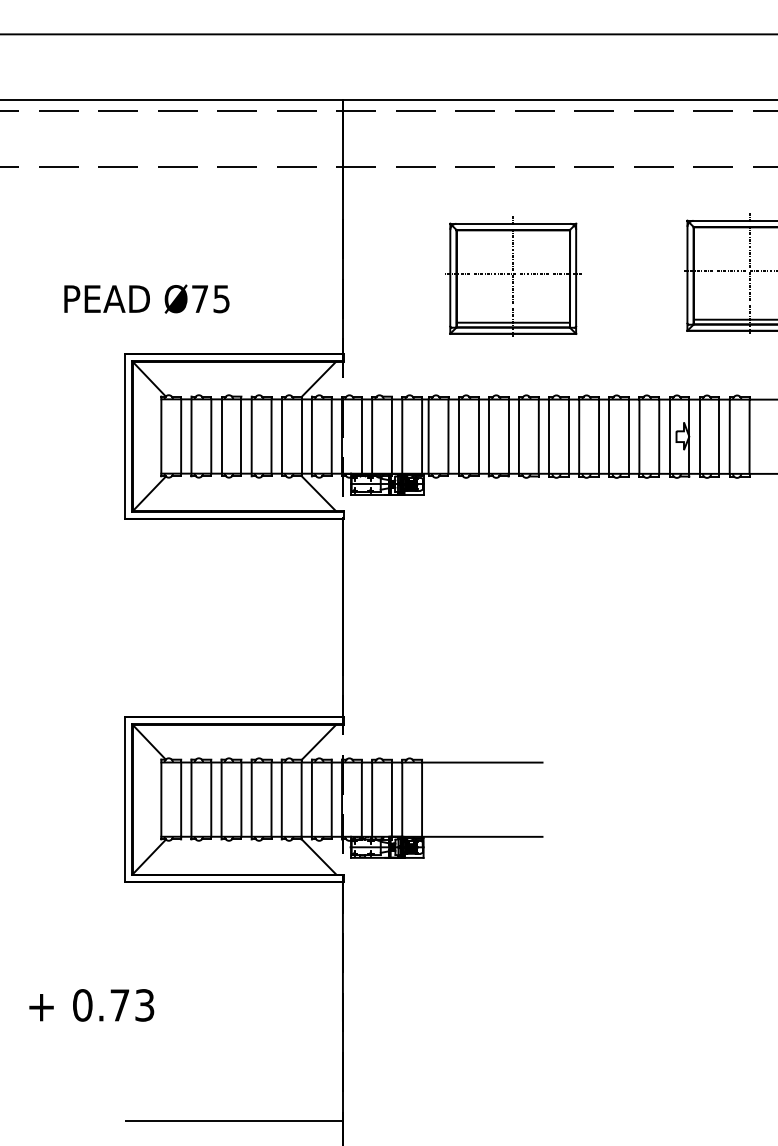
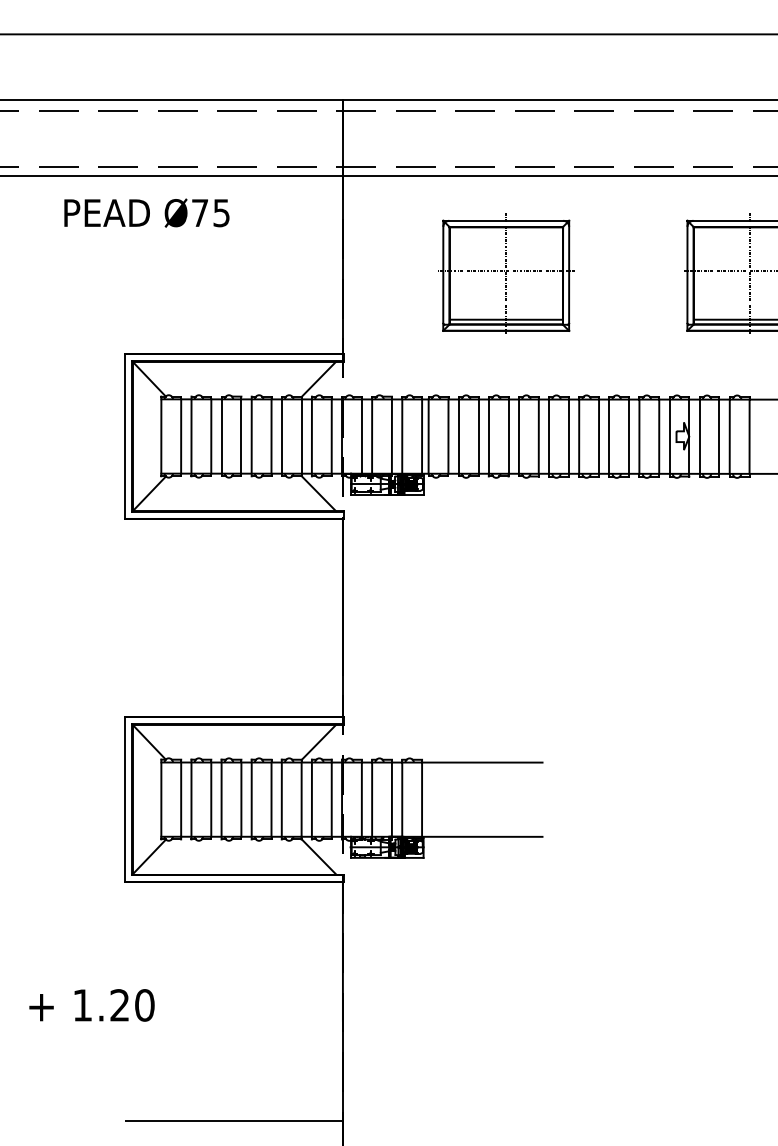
line at (388, 176): none -> present
part at (513, 276) position: (513, 276) -> (506, 273)
text at (146, 298) position: (146, 298) -> (146, 212)
text at (113, 1005): 0.73 -> 1.20
